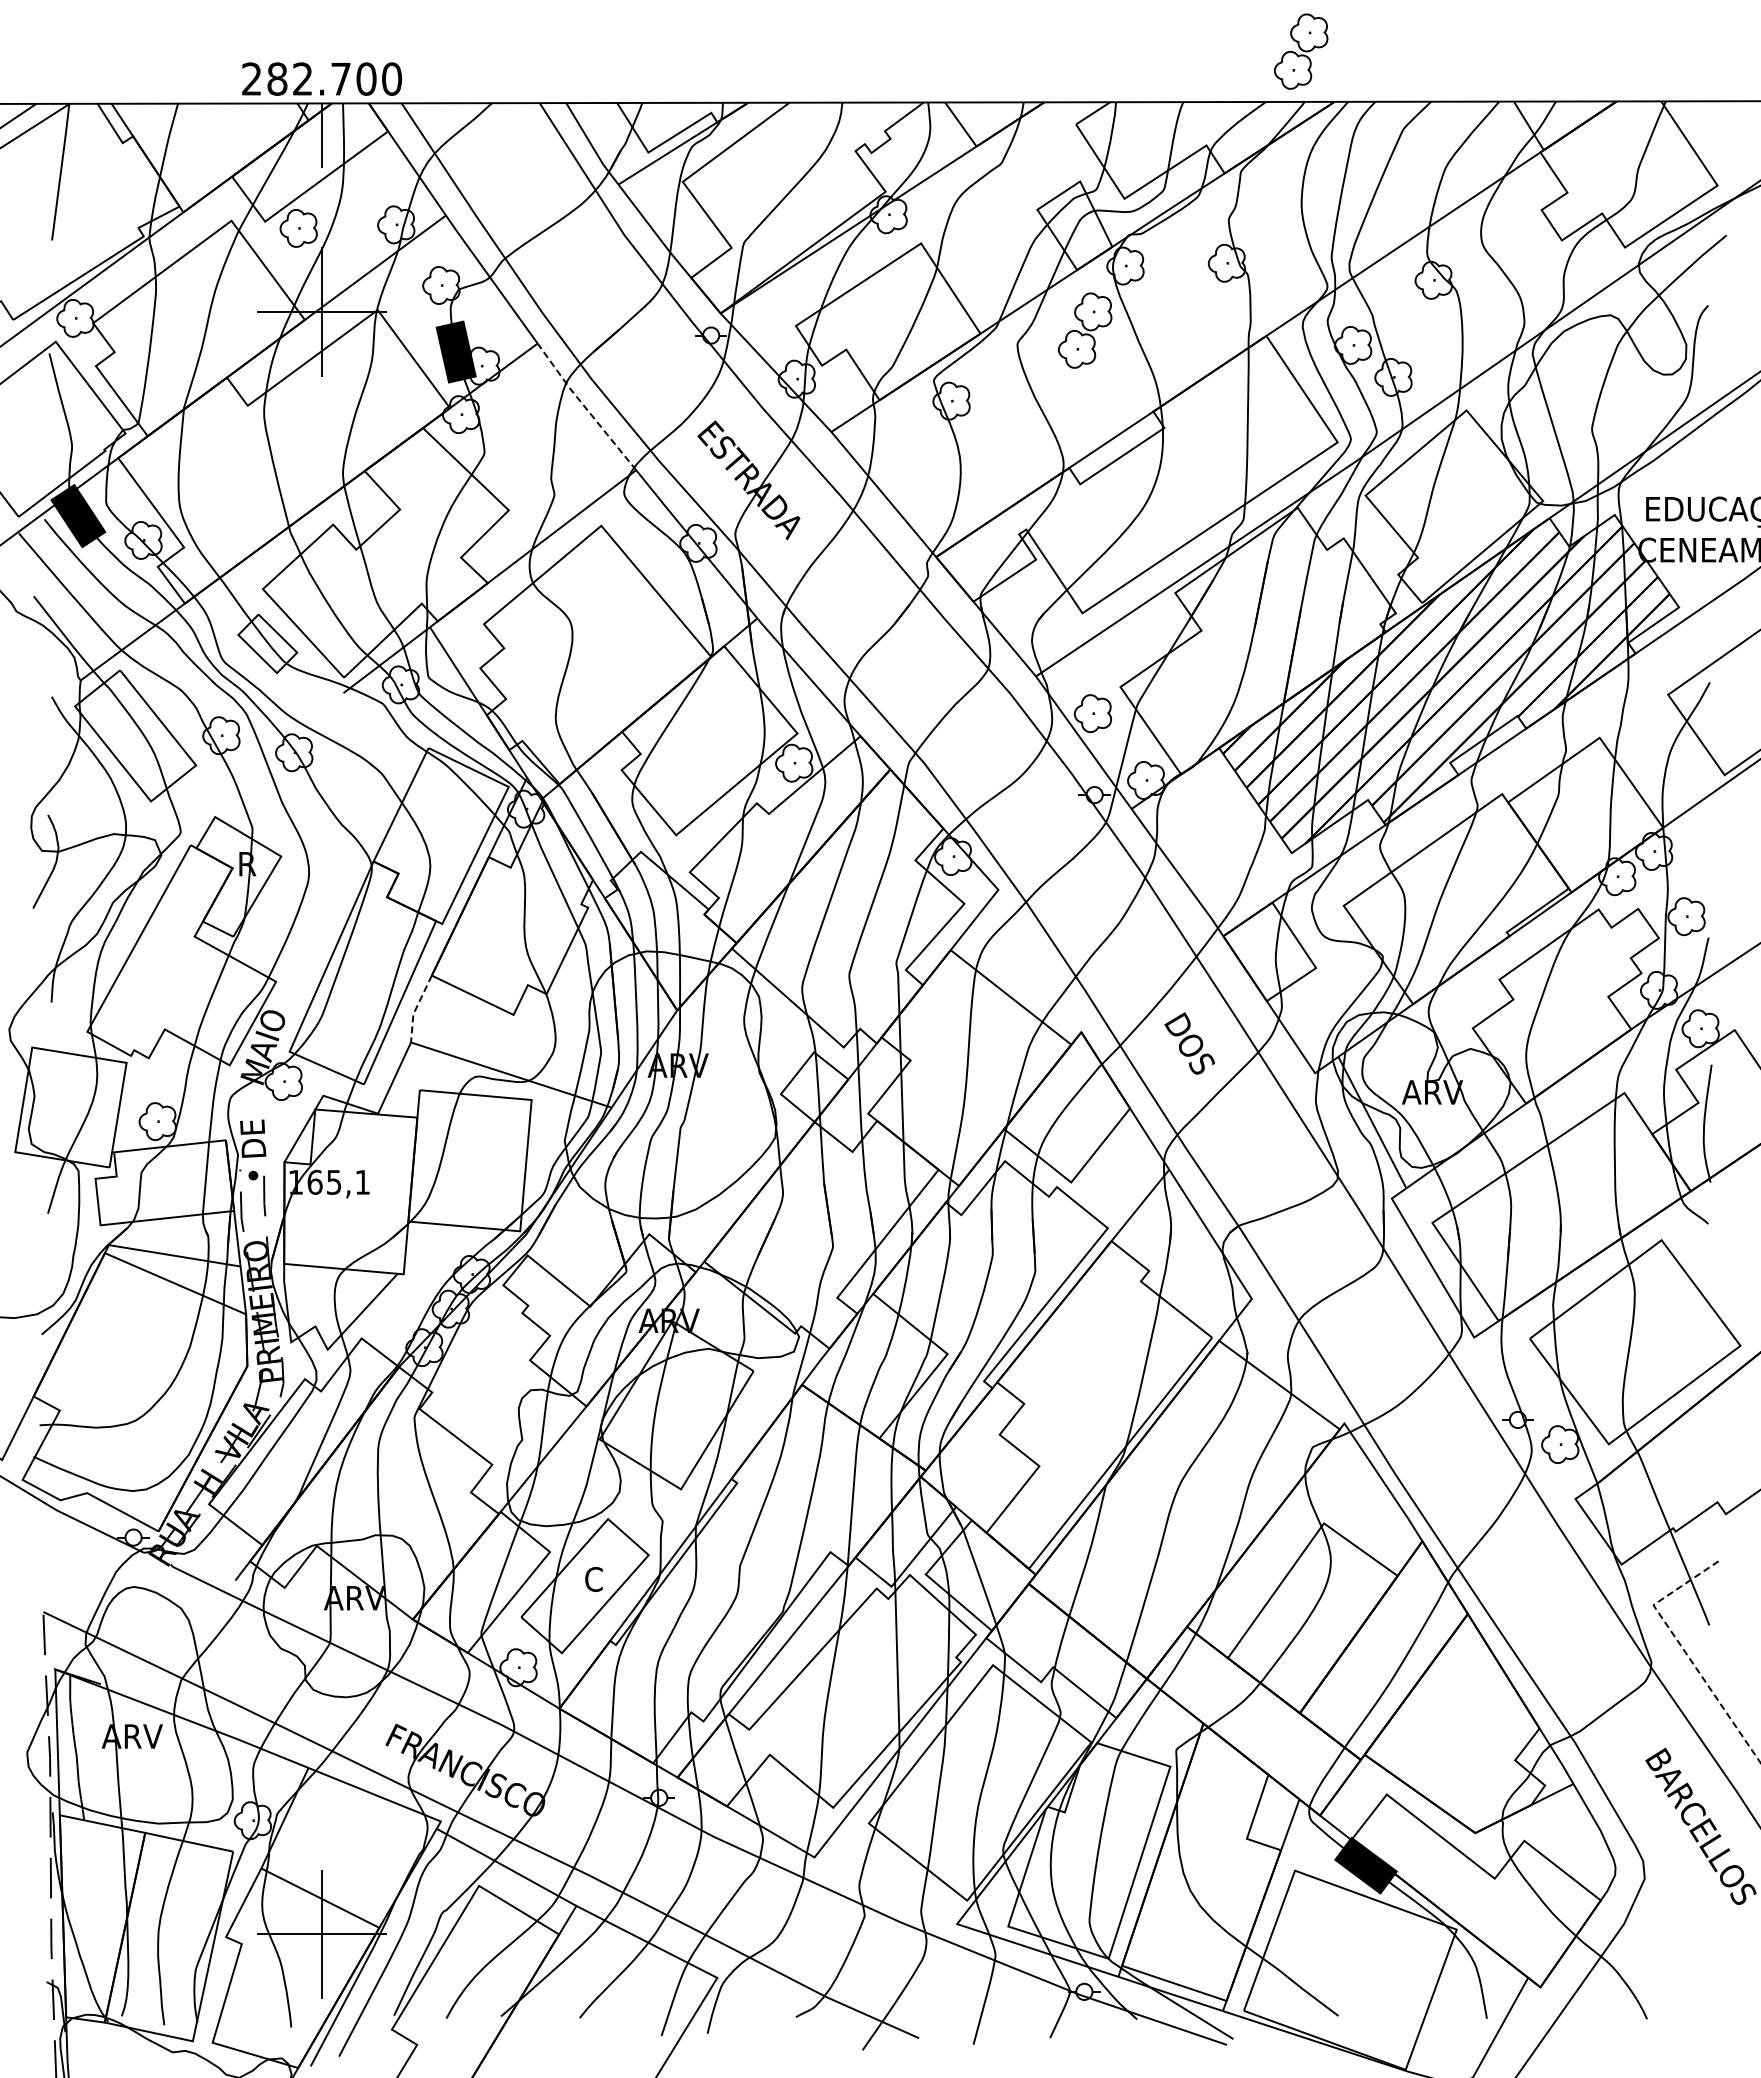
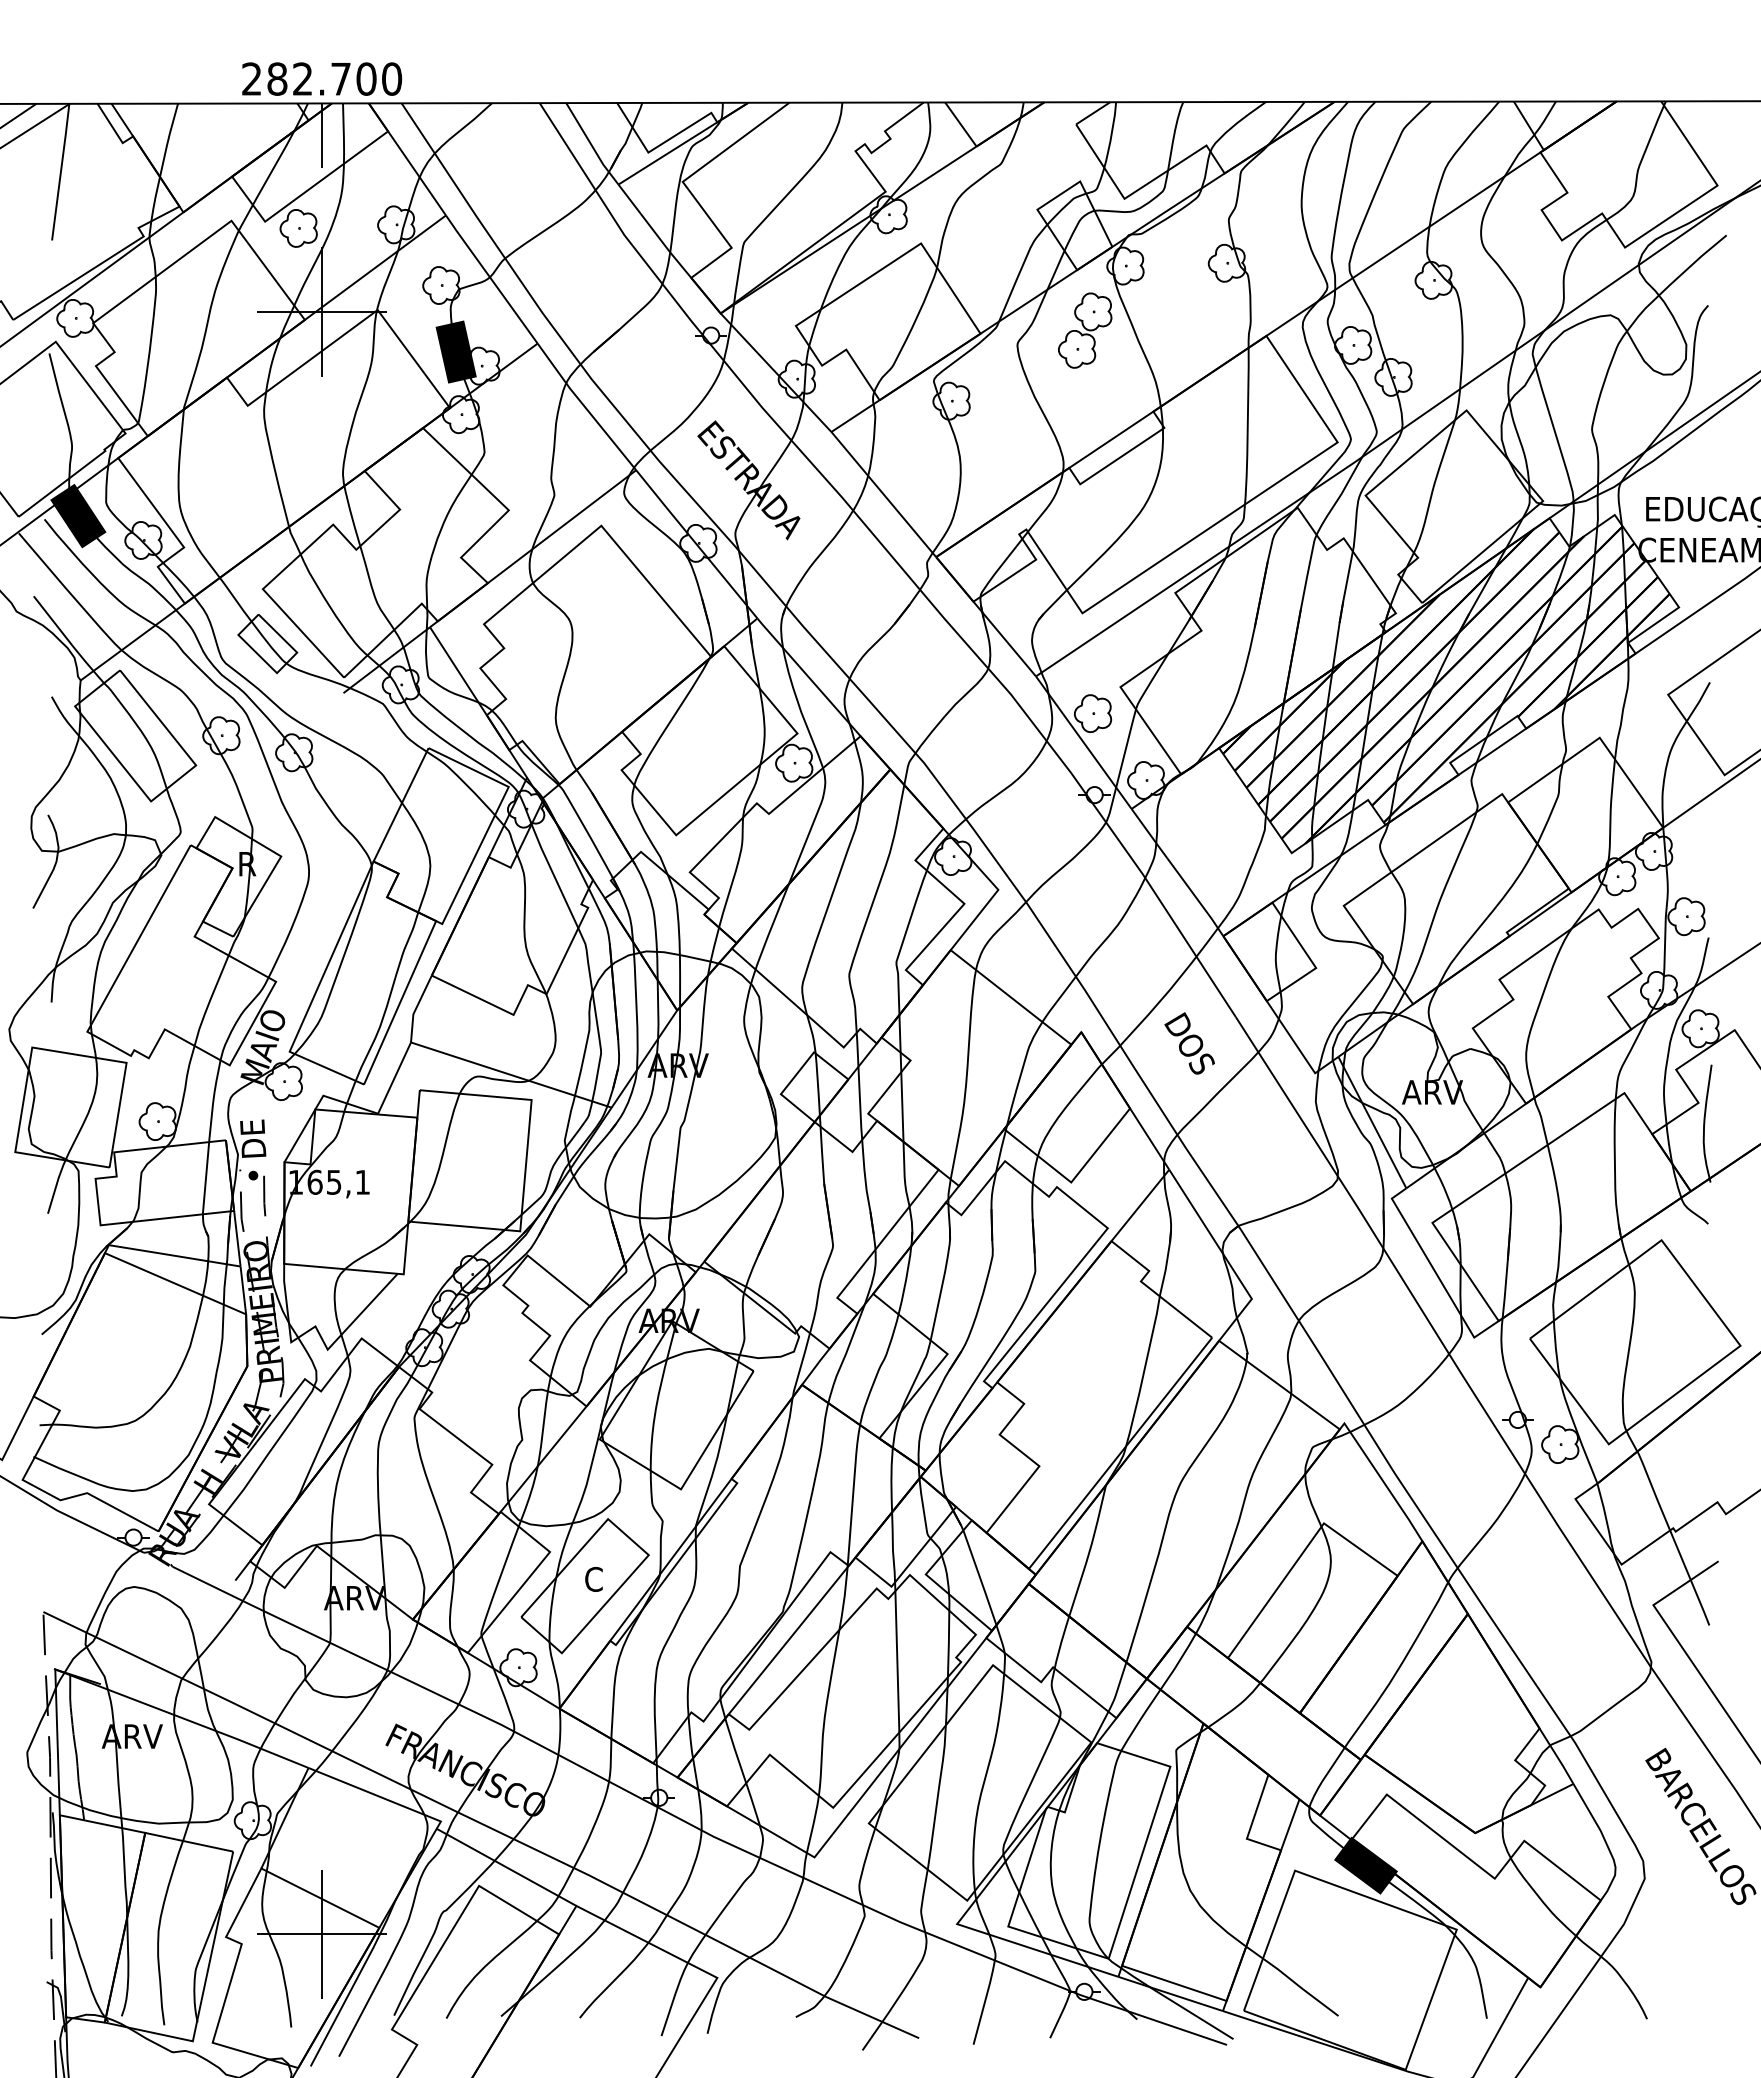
part at (1301, 51): present -> none
line at (585, 407): dashed -> solid
line at (415, 1008): dashed -> solid
line at (1684, 1651): dashed -> solid
